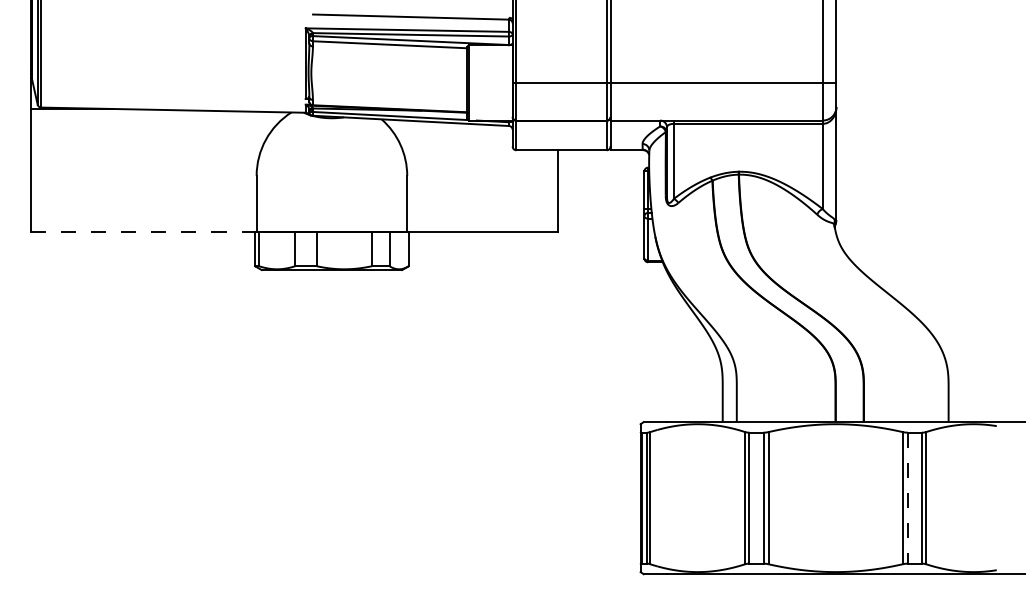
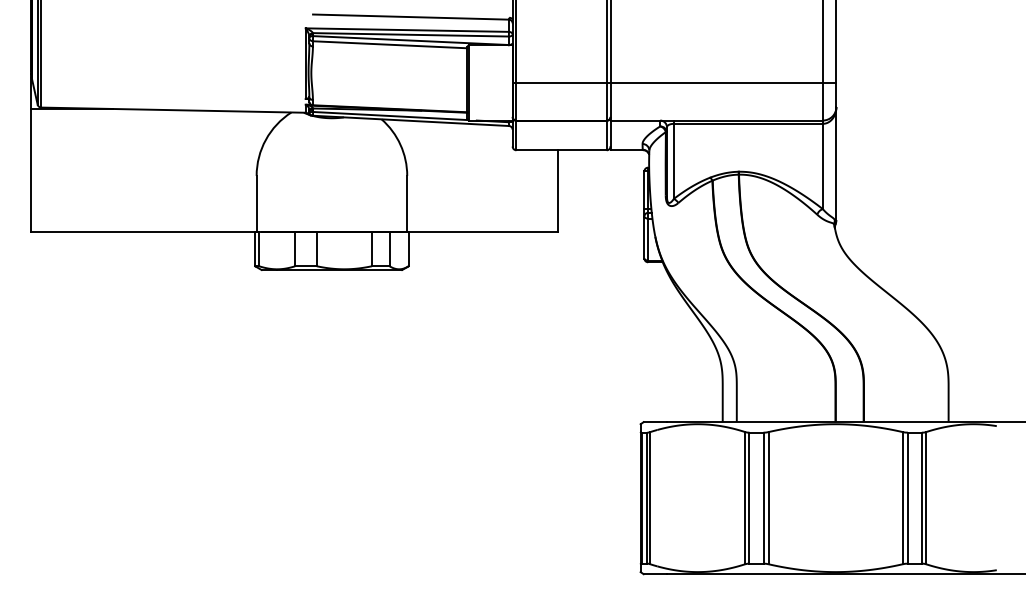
line at (143, 232): dashed -> solid
line at (907, 498): dashed -> solid
